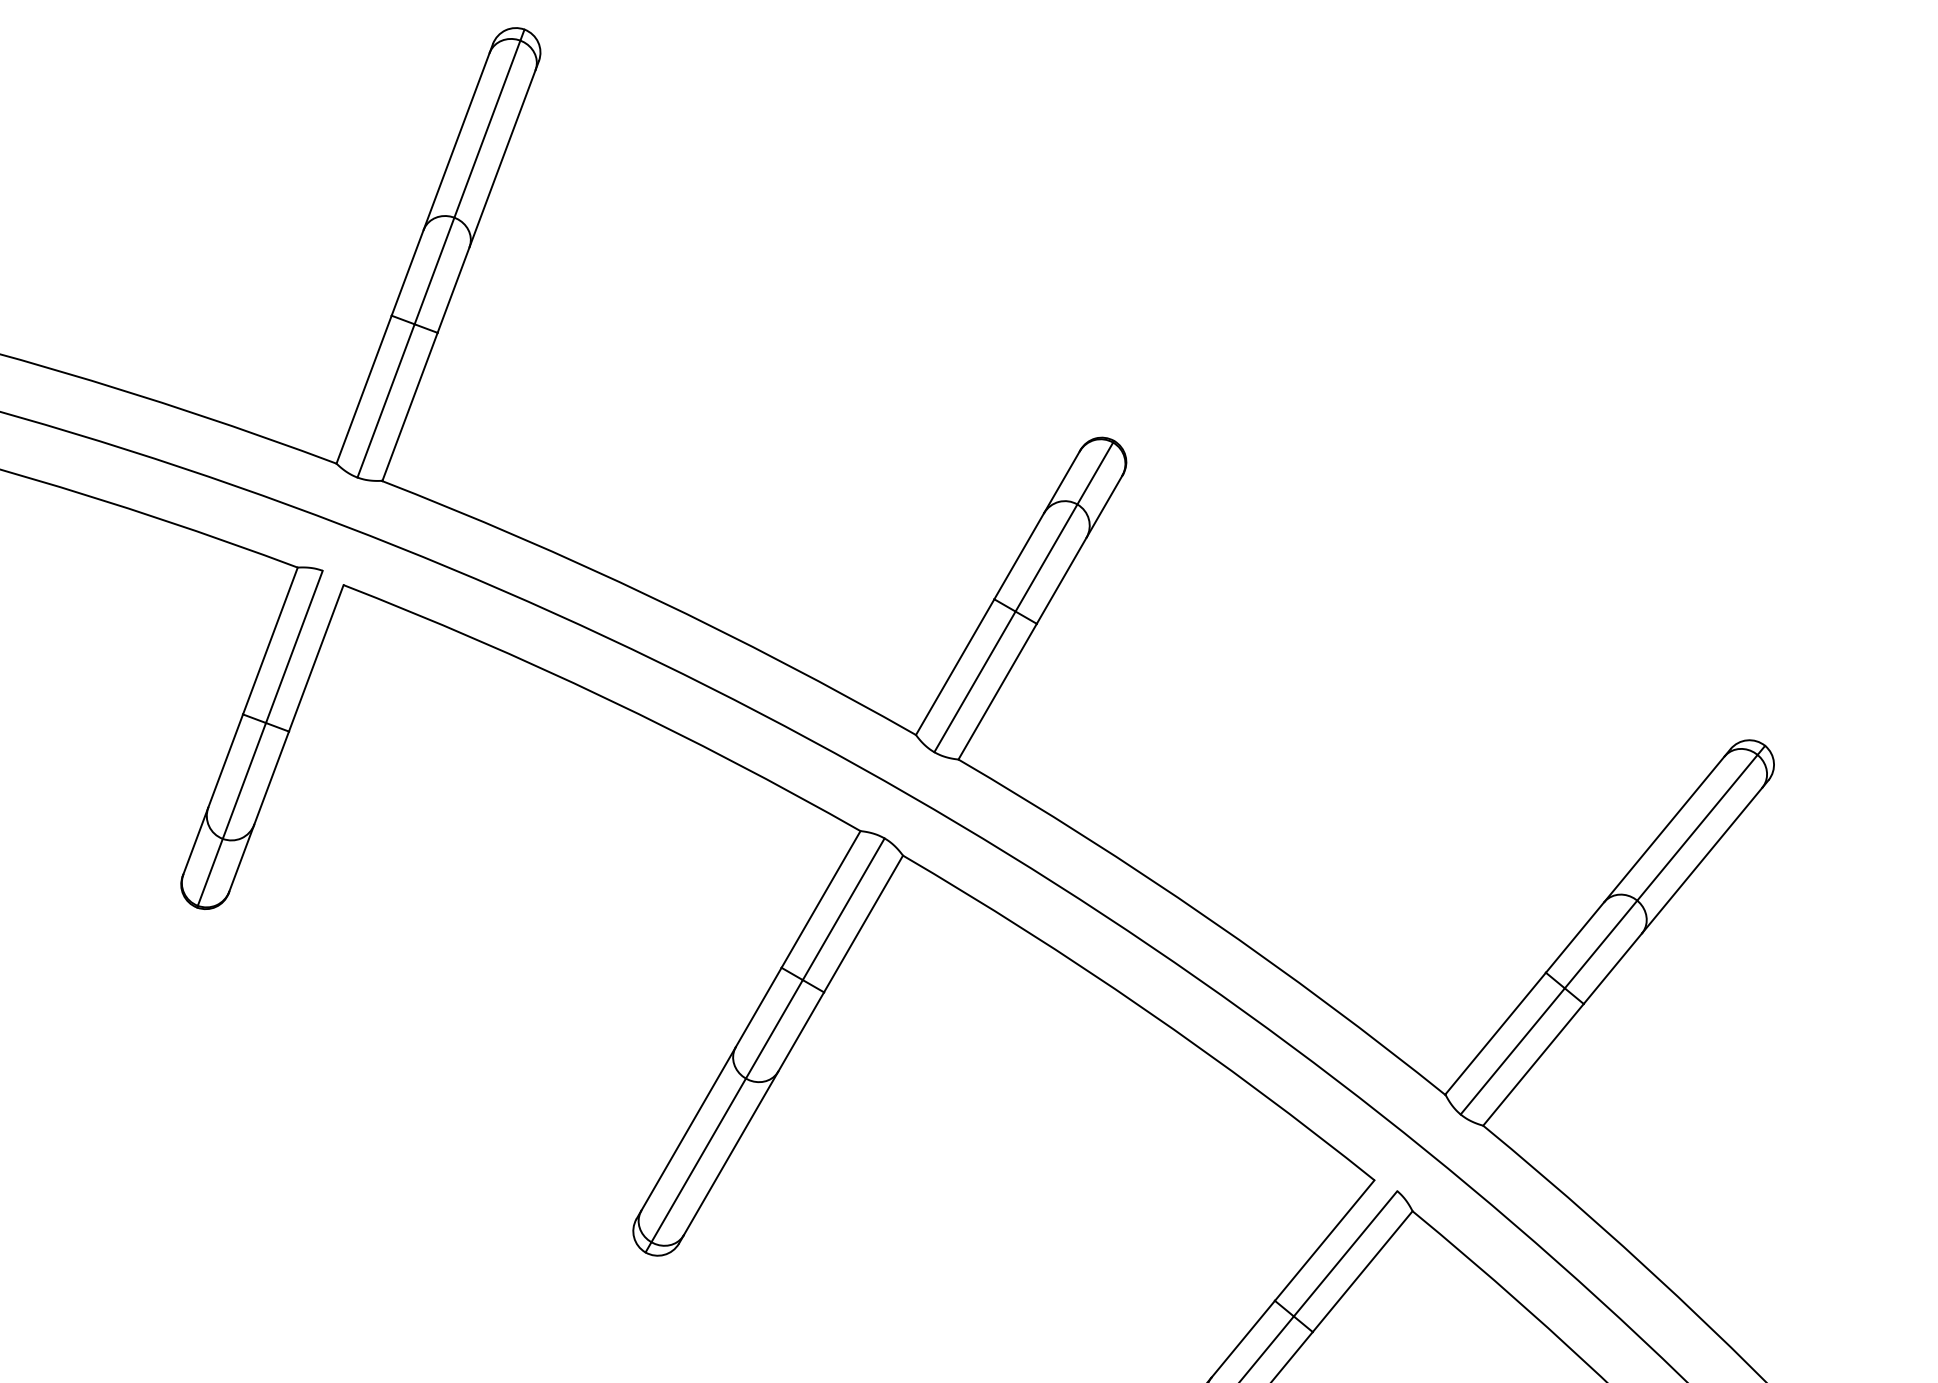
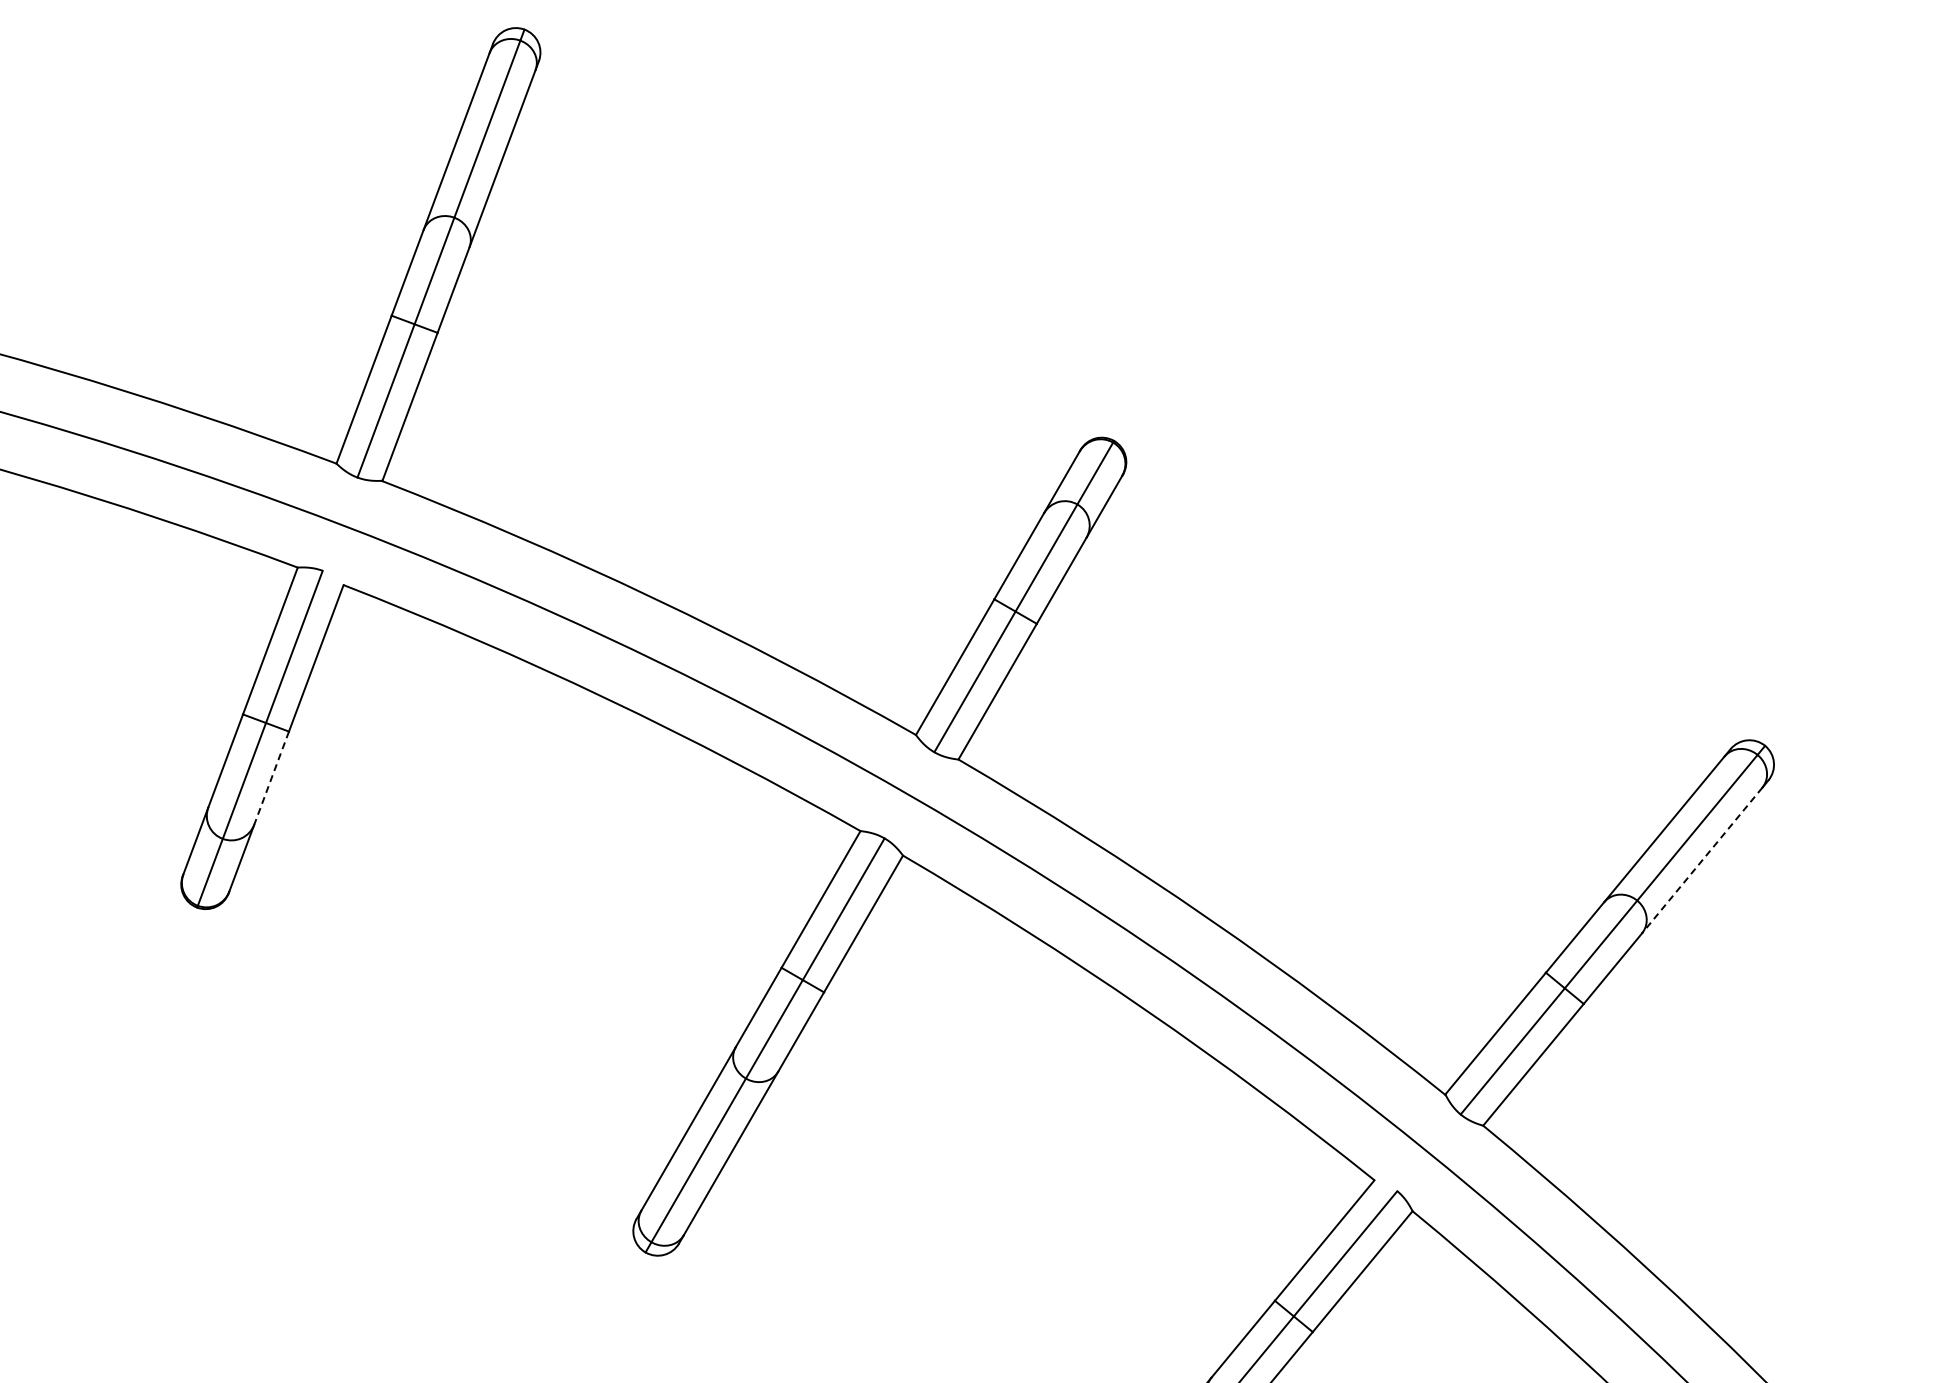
line at (271, 778): solid -> dashed
line at (1701, 860): solid -> dashed
